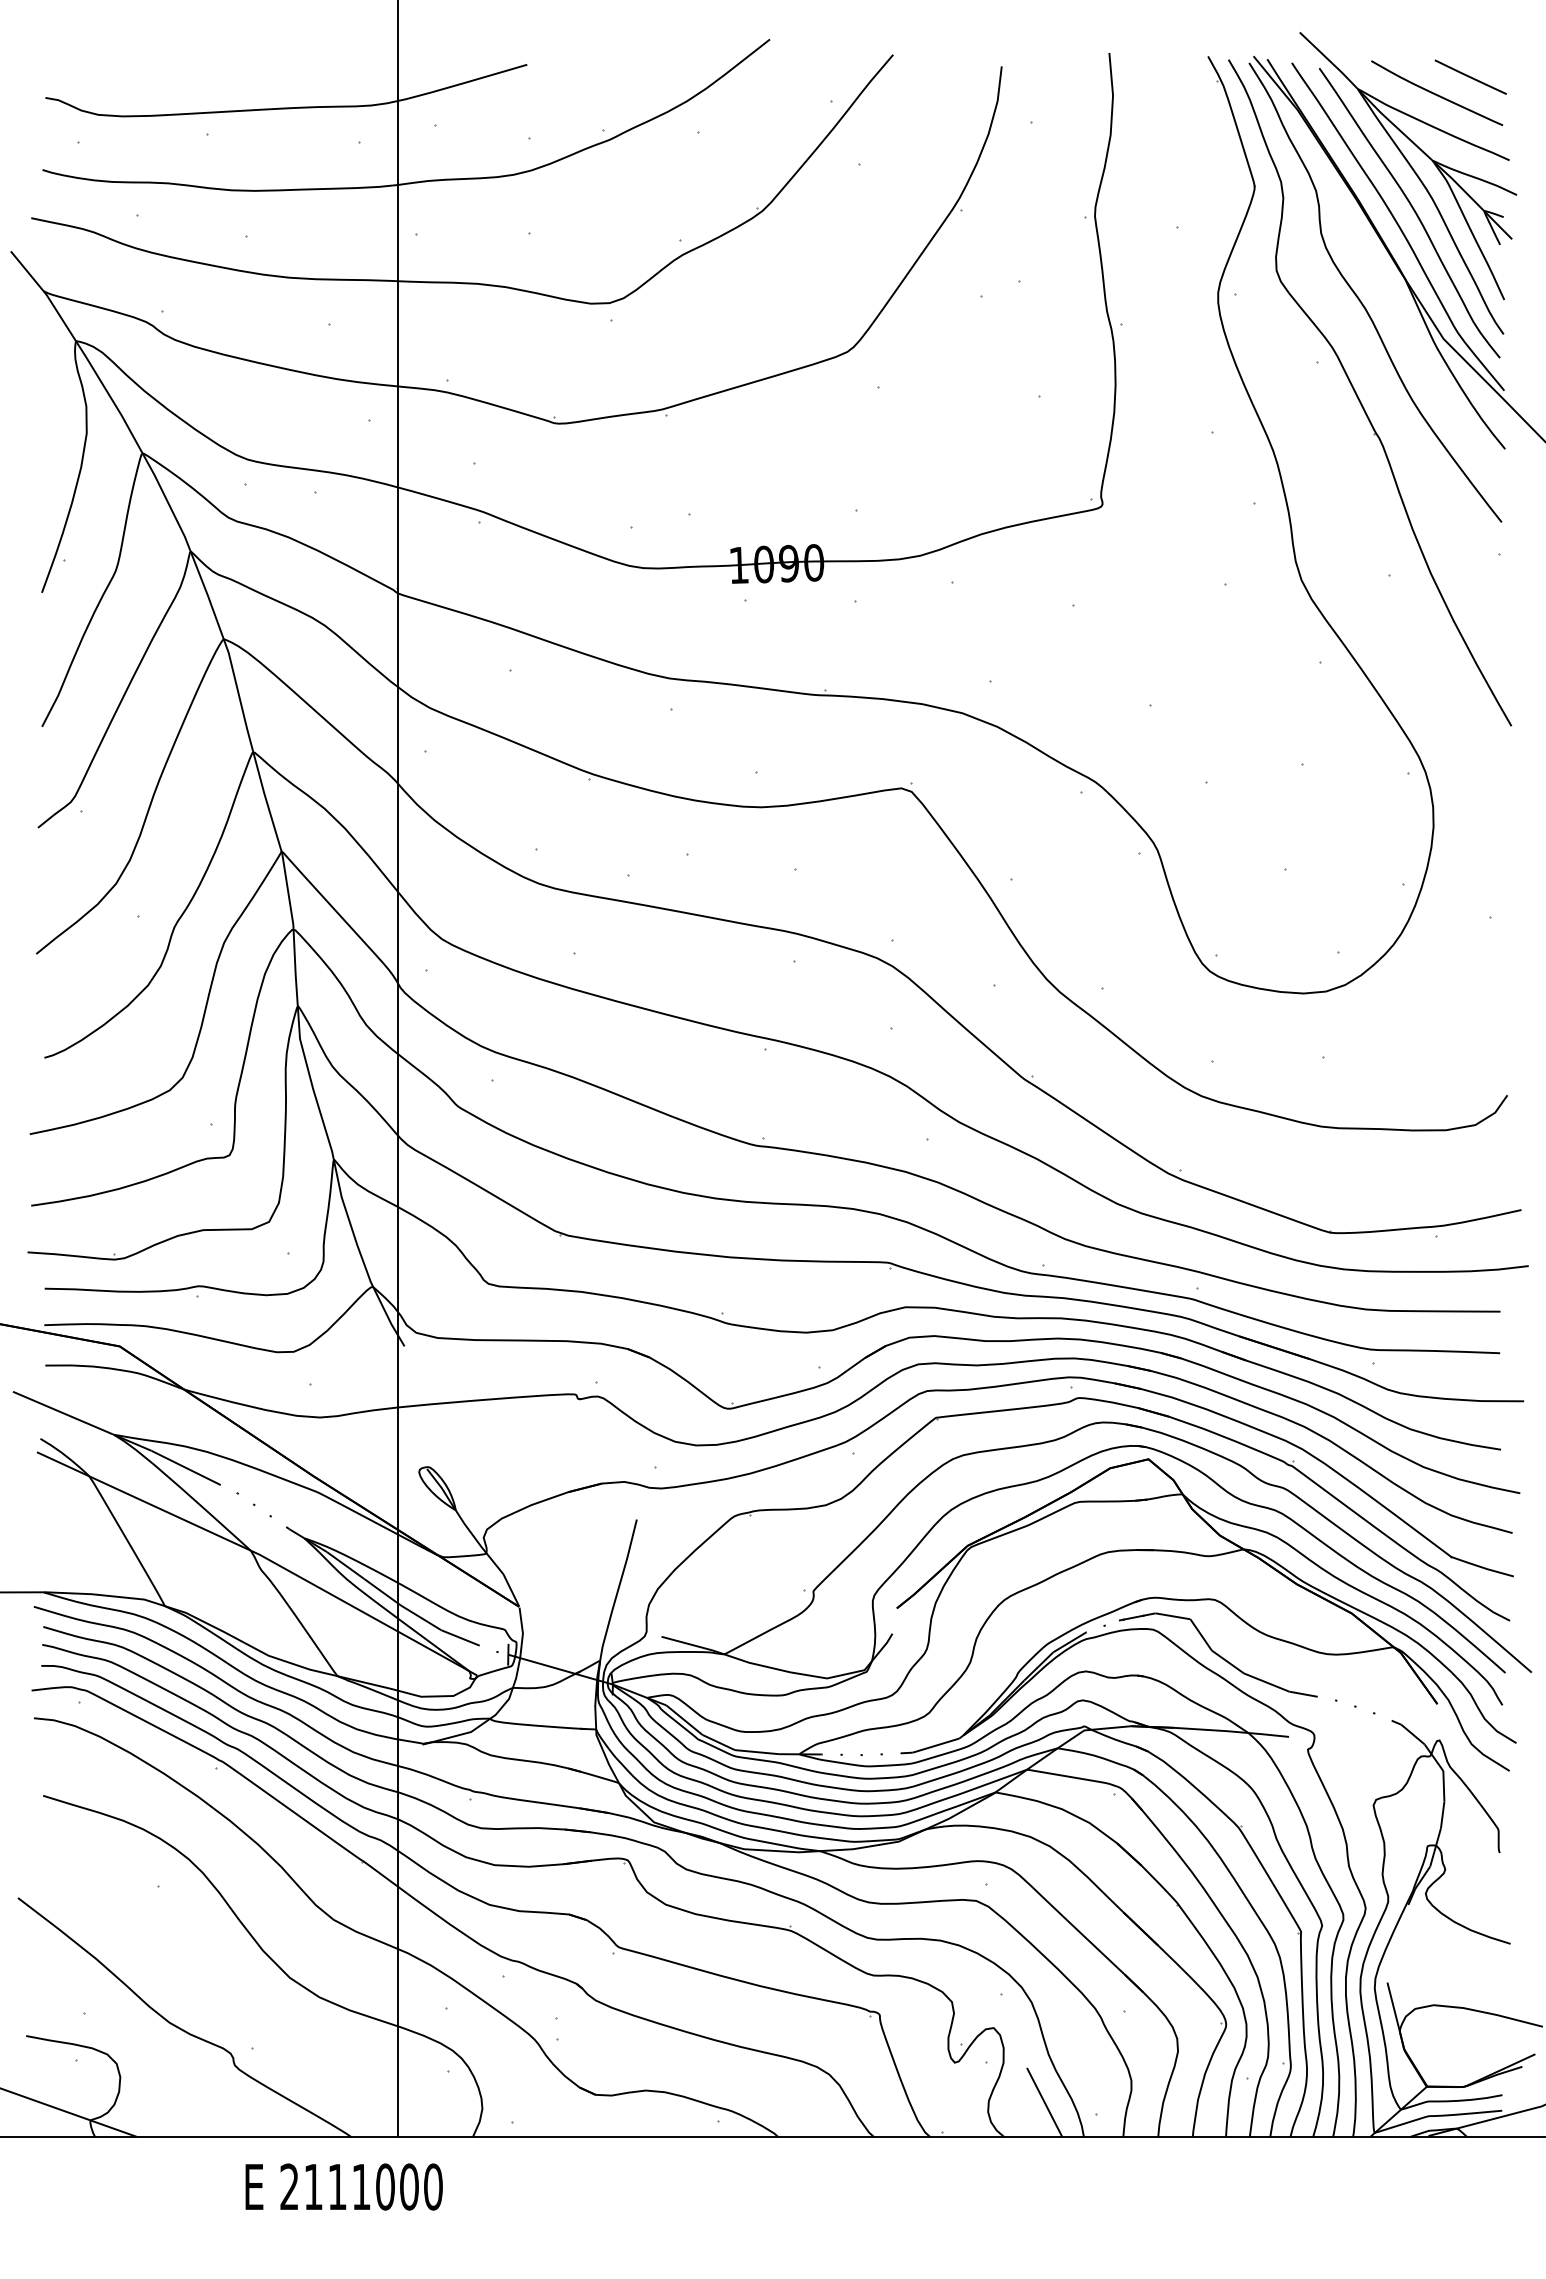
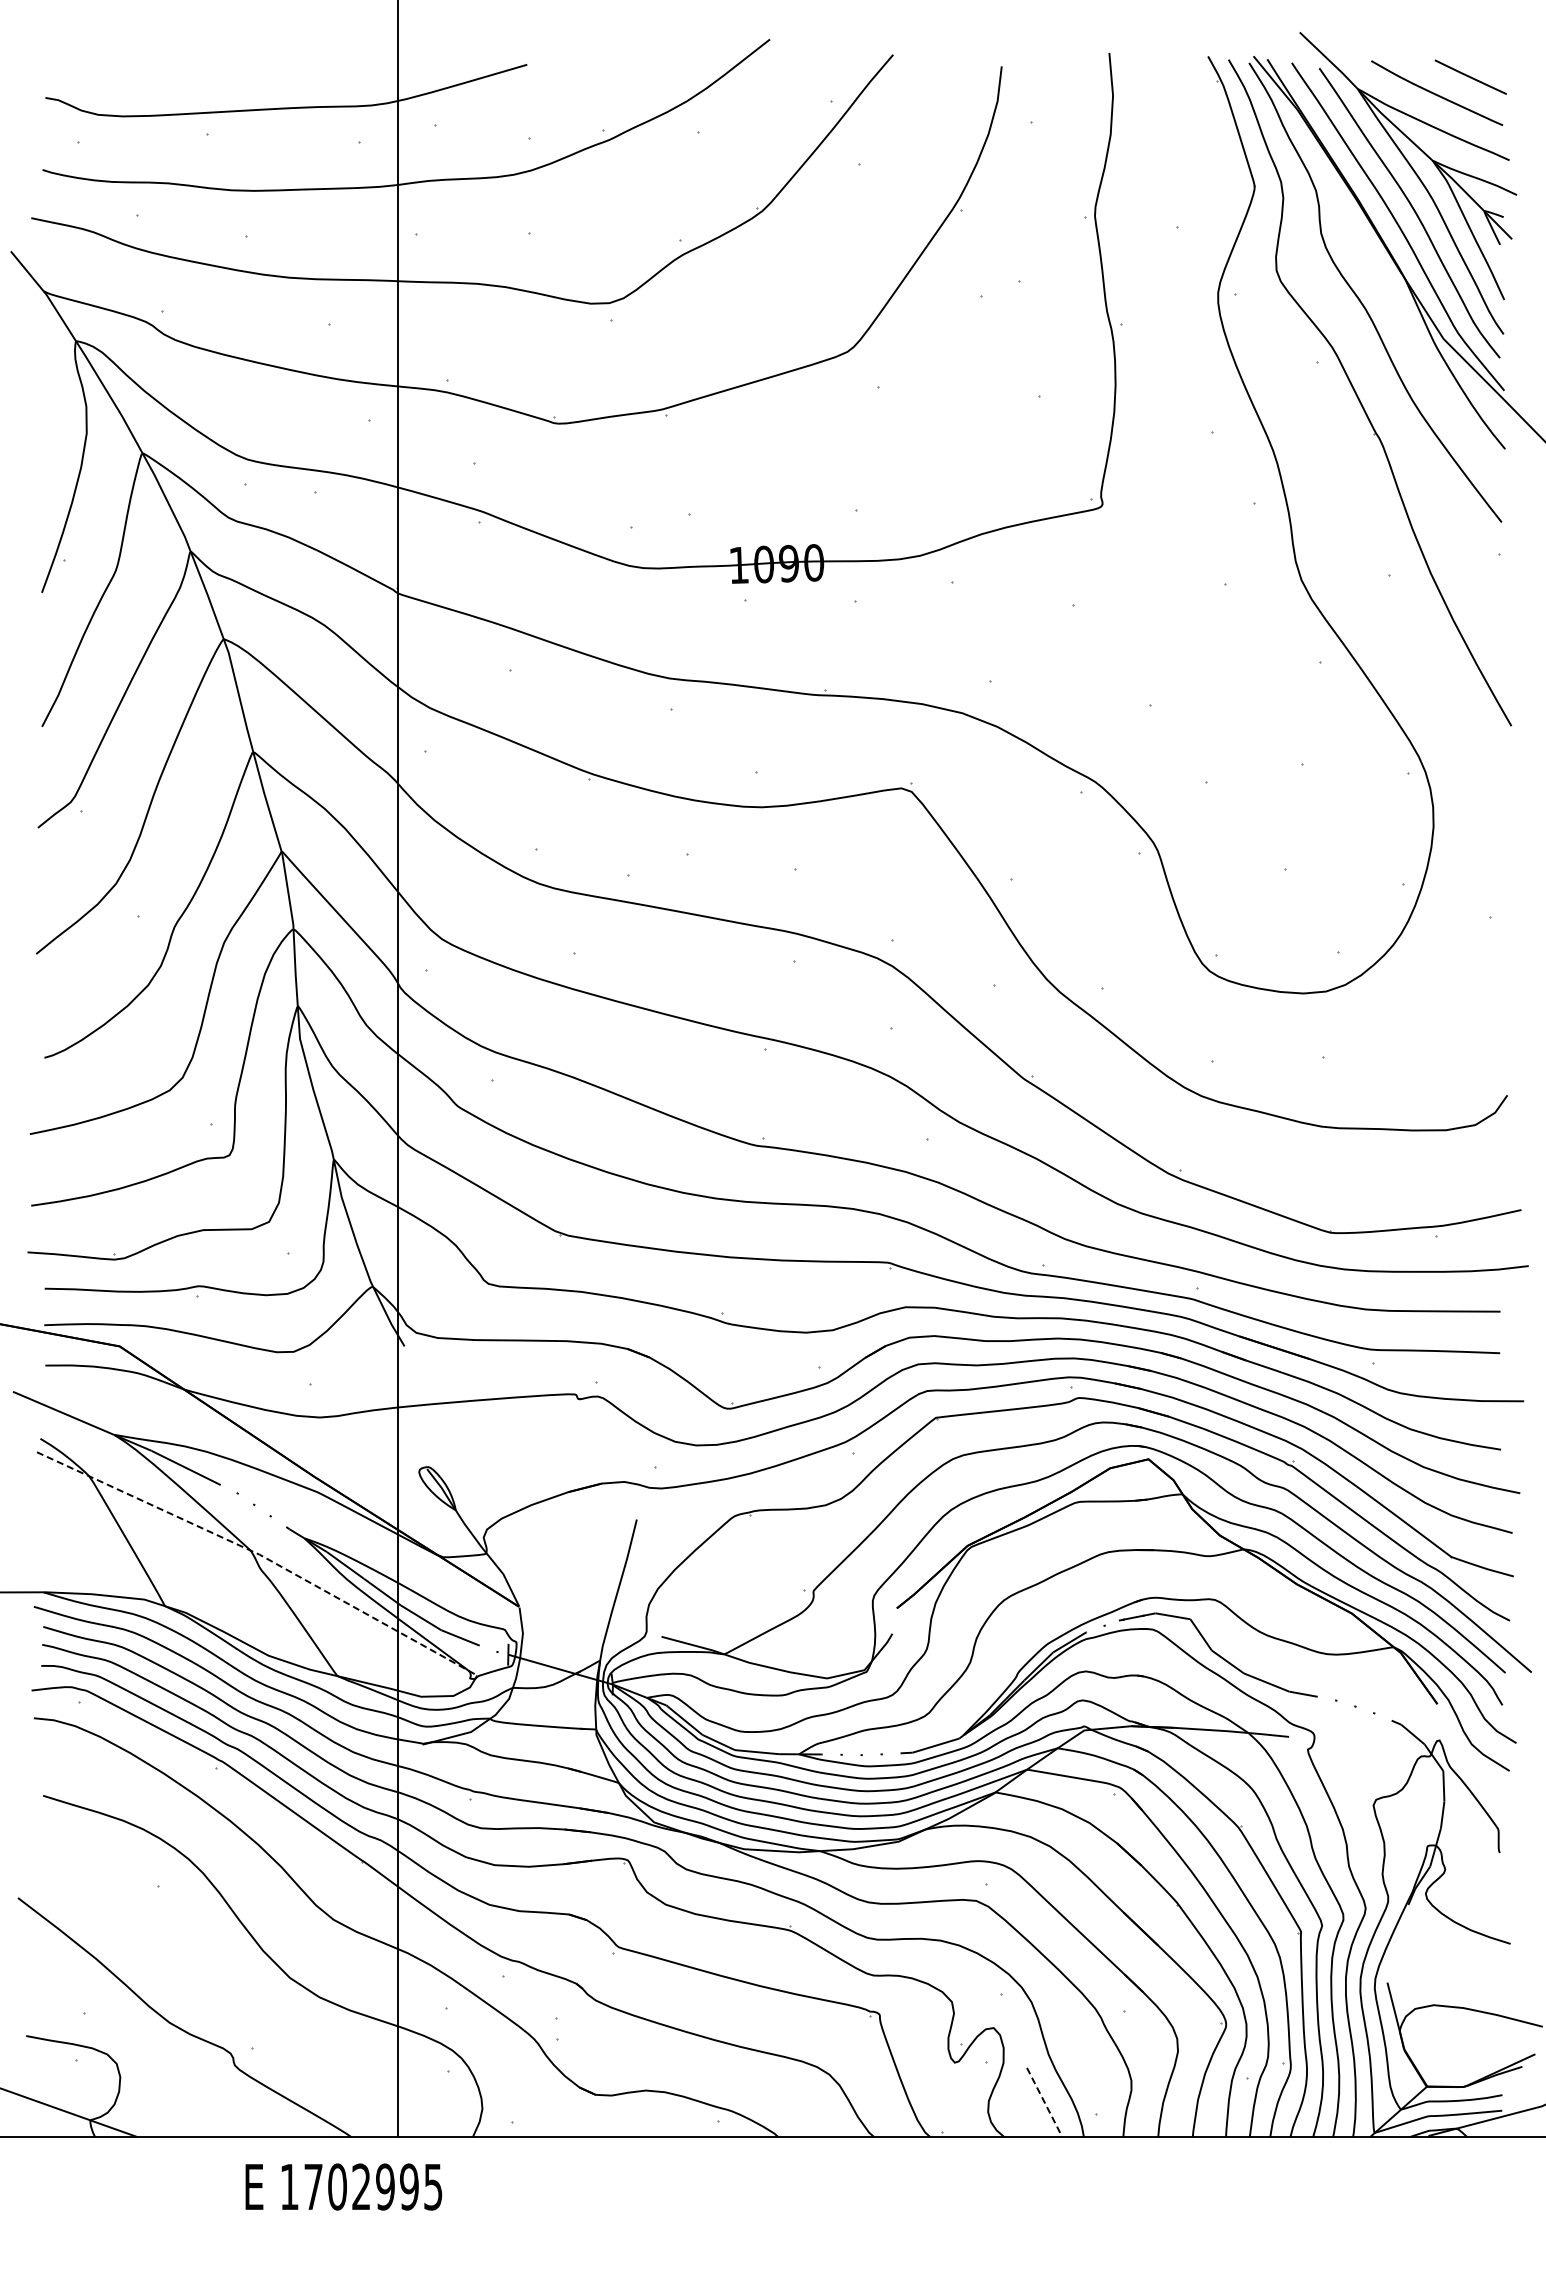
line at (260, 1555): solid -> dashed
line at (1044, 2102): solid -> dashed
text at (361, 2186): 2111000 -> 1702995
